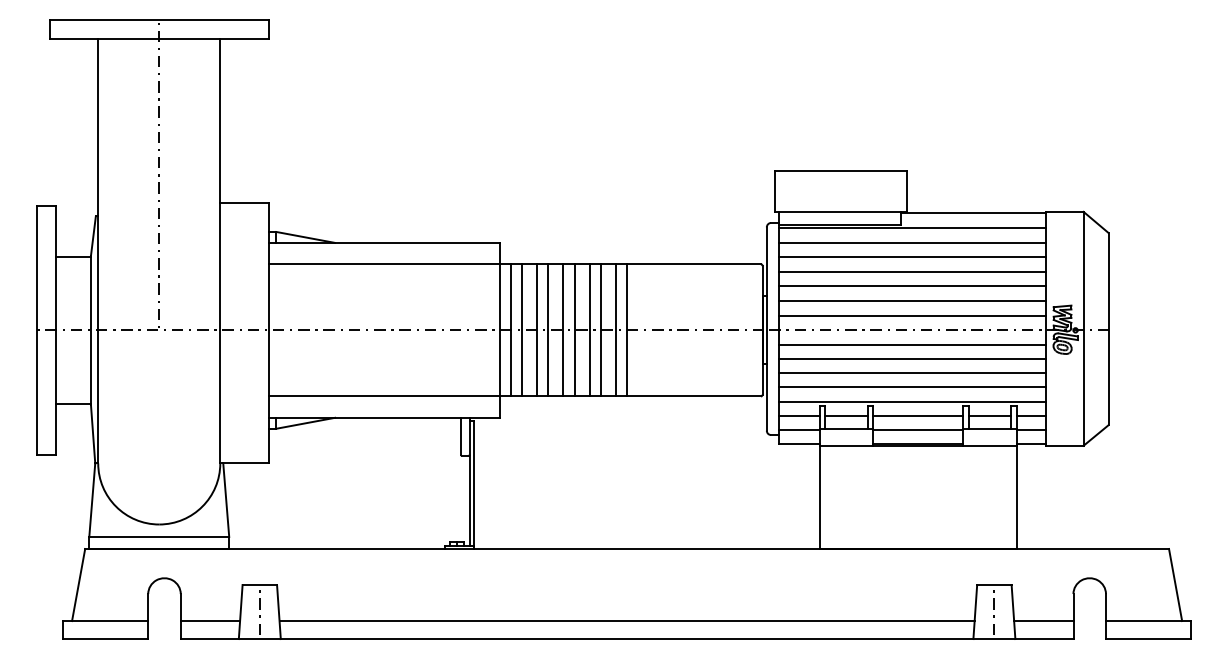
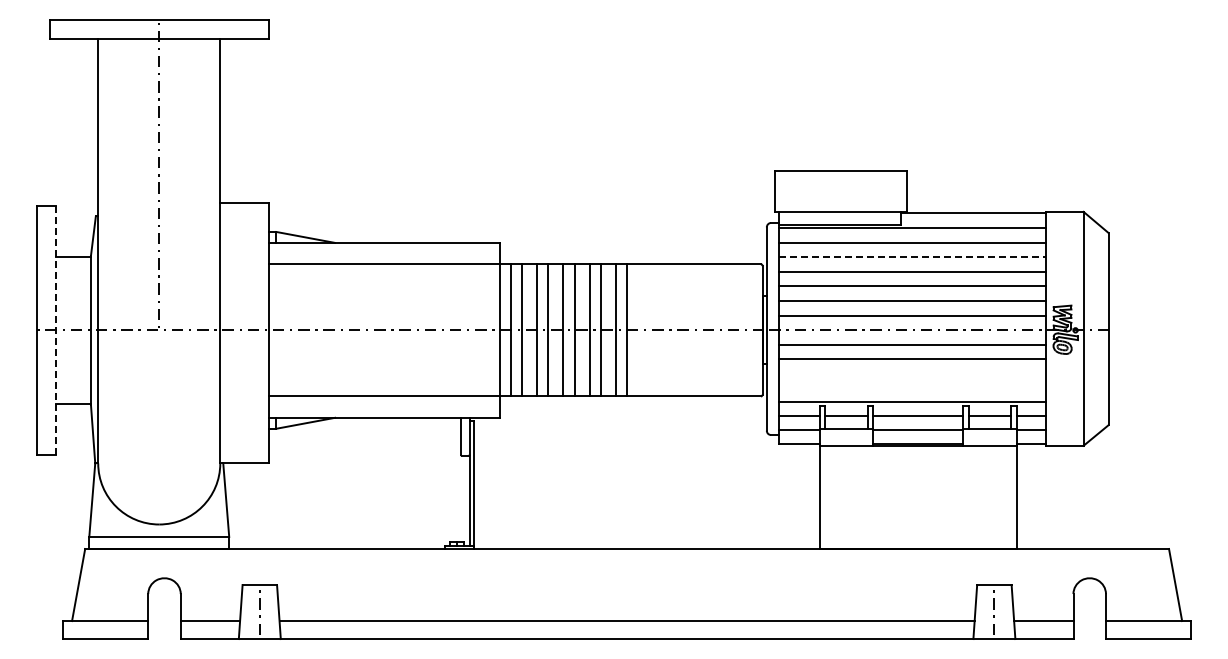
line at (913, 257): solid -> dashed
line at (56, 330): solid -> dashed
line at (912, 373): present -> none
line at (912, 387): present -> none
